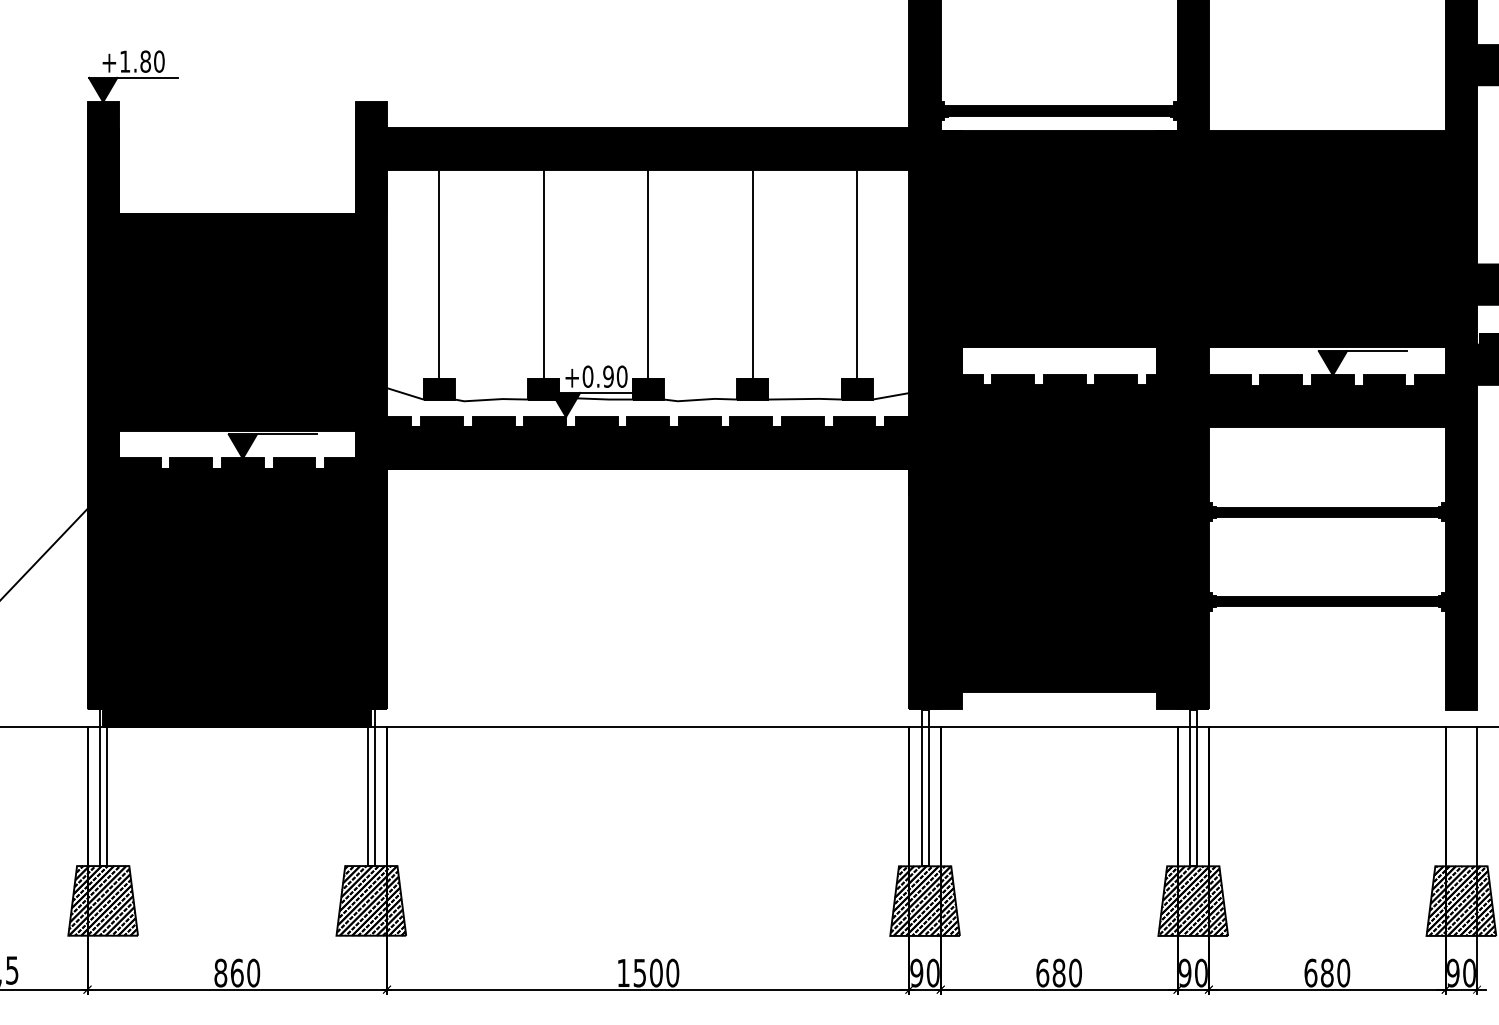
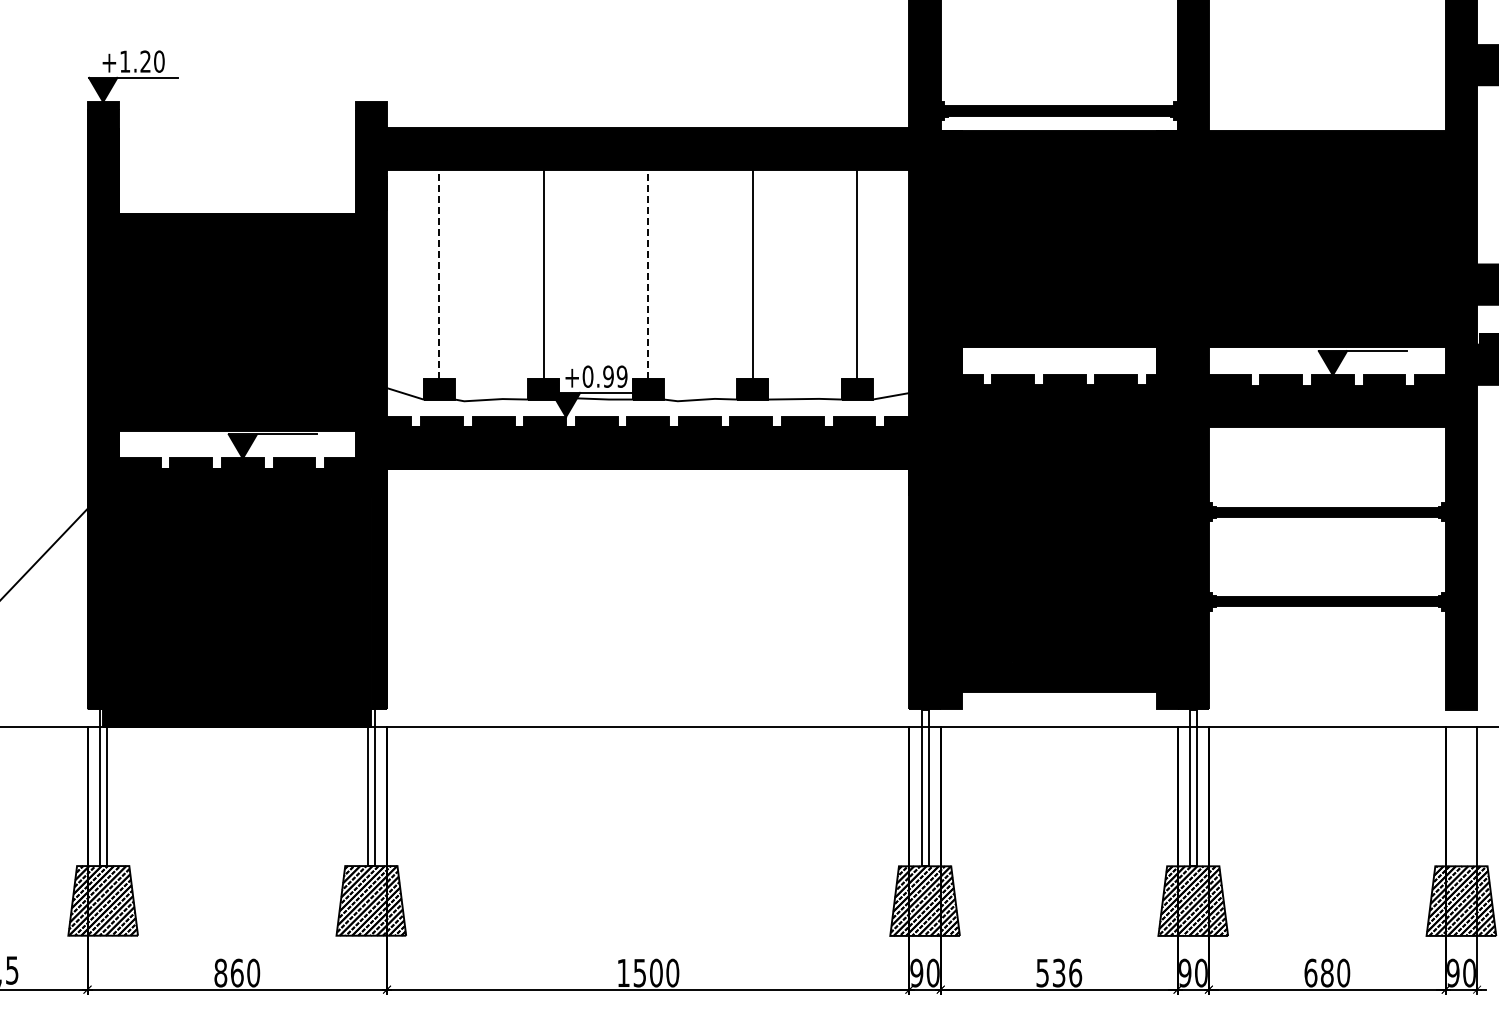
text at (145, 61): +1.80 -> +1.20
line at (439, 273): solid -> dashed
line at (648, 273): solid -> dashed
text at (621, 376): +0.90 -> +0.99
text at (1059, 972): 680 -> 536
